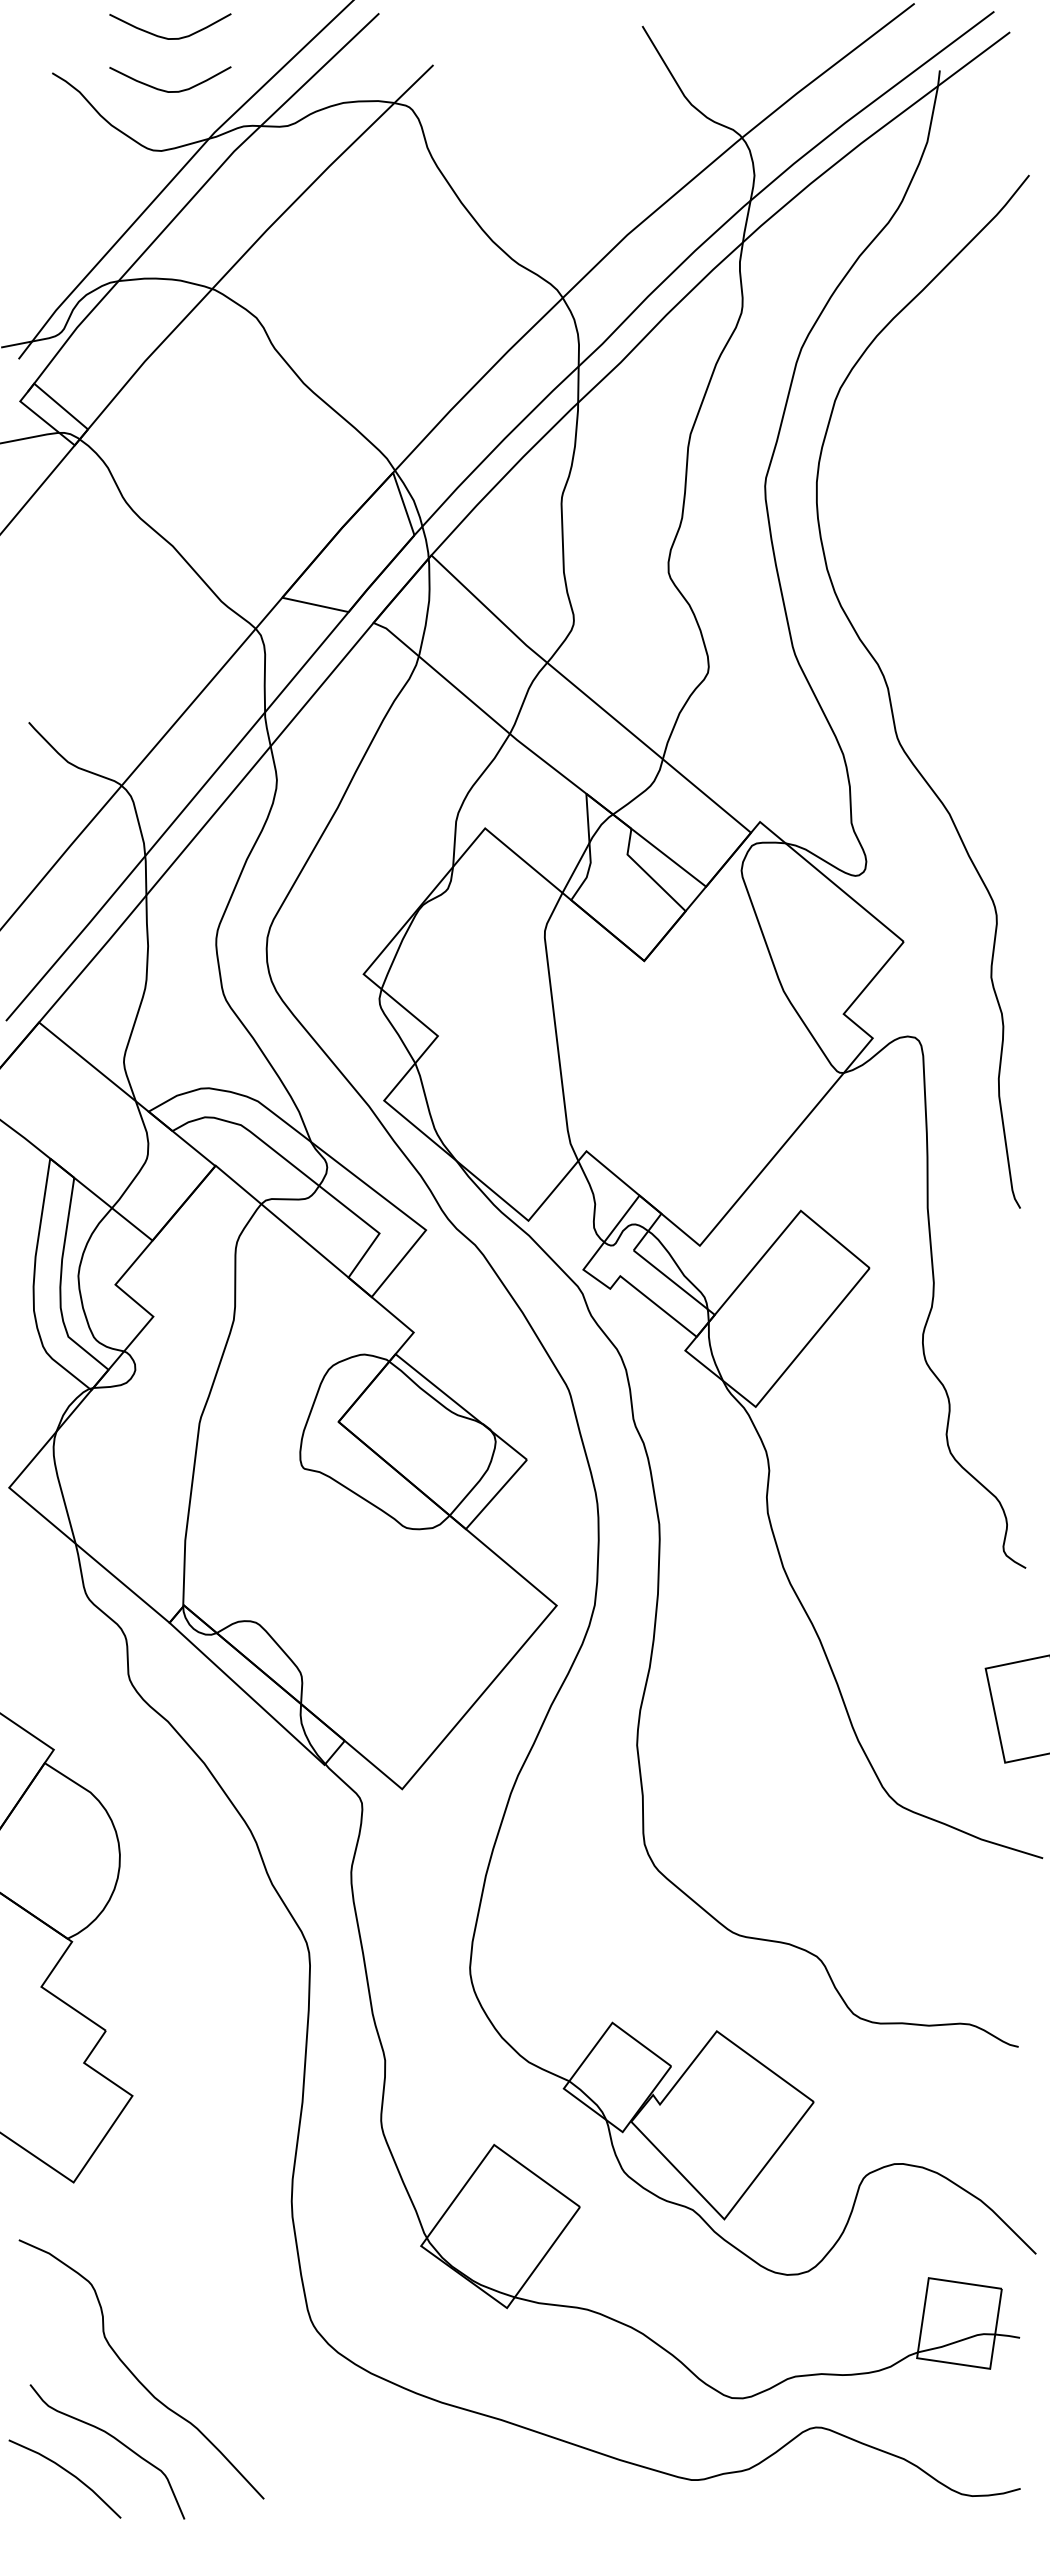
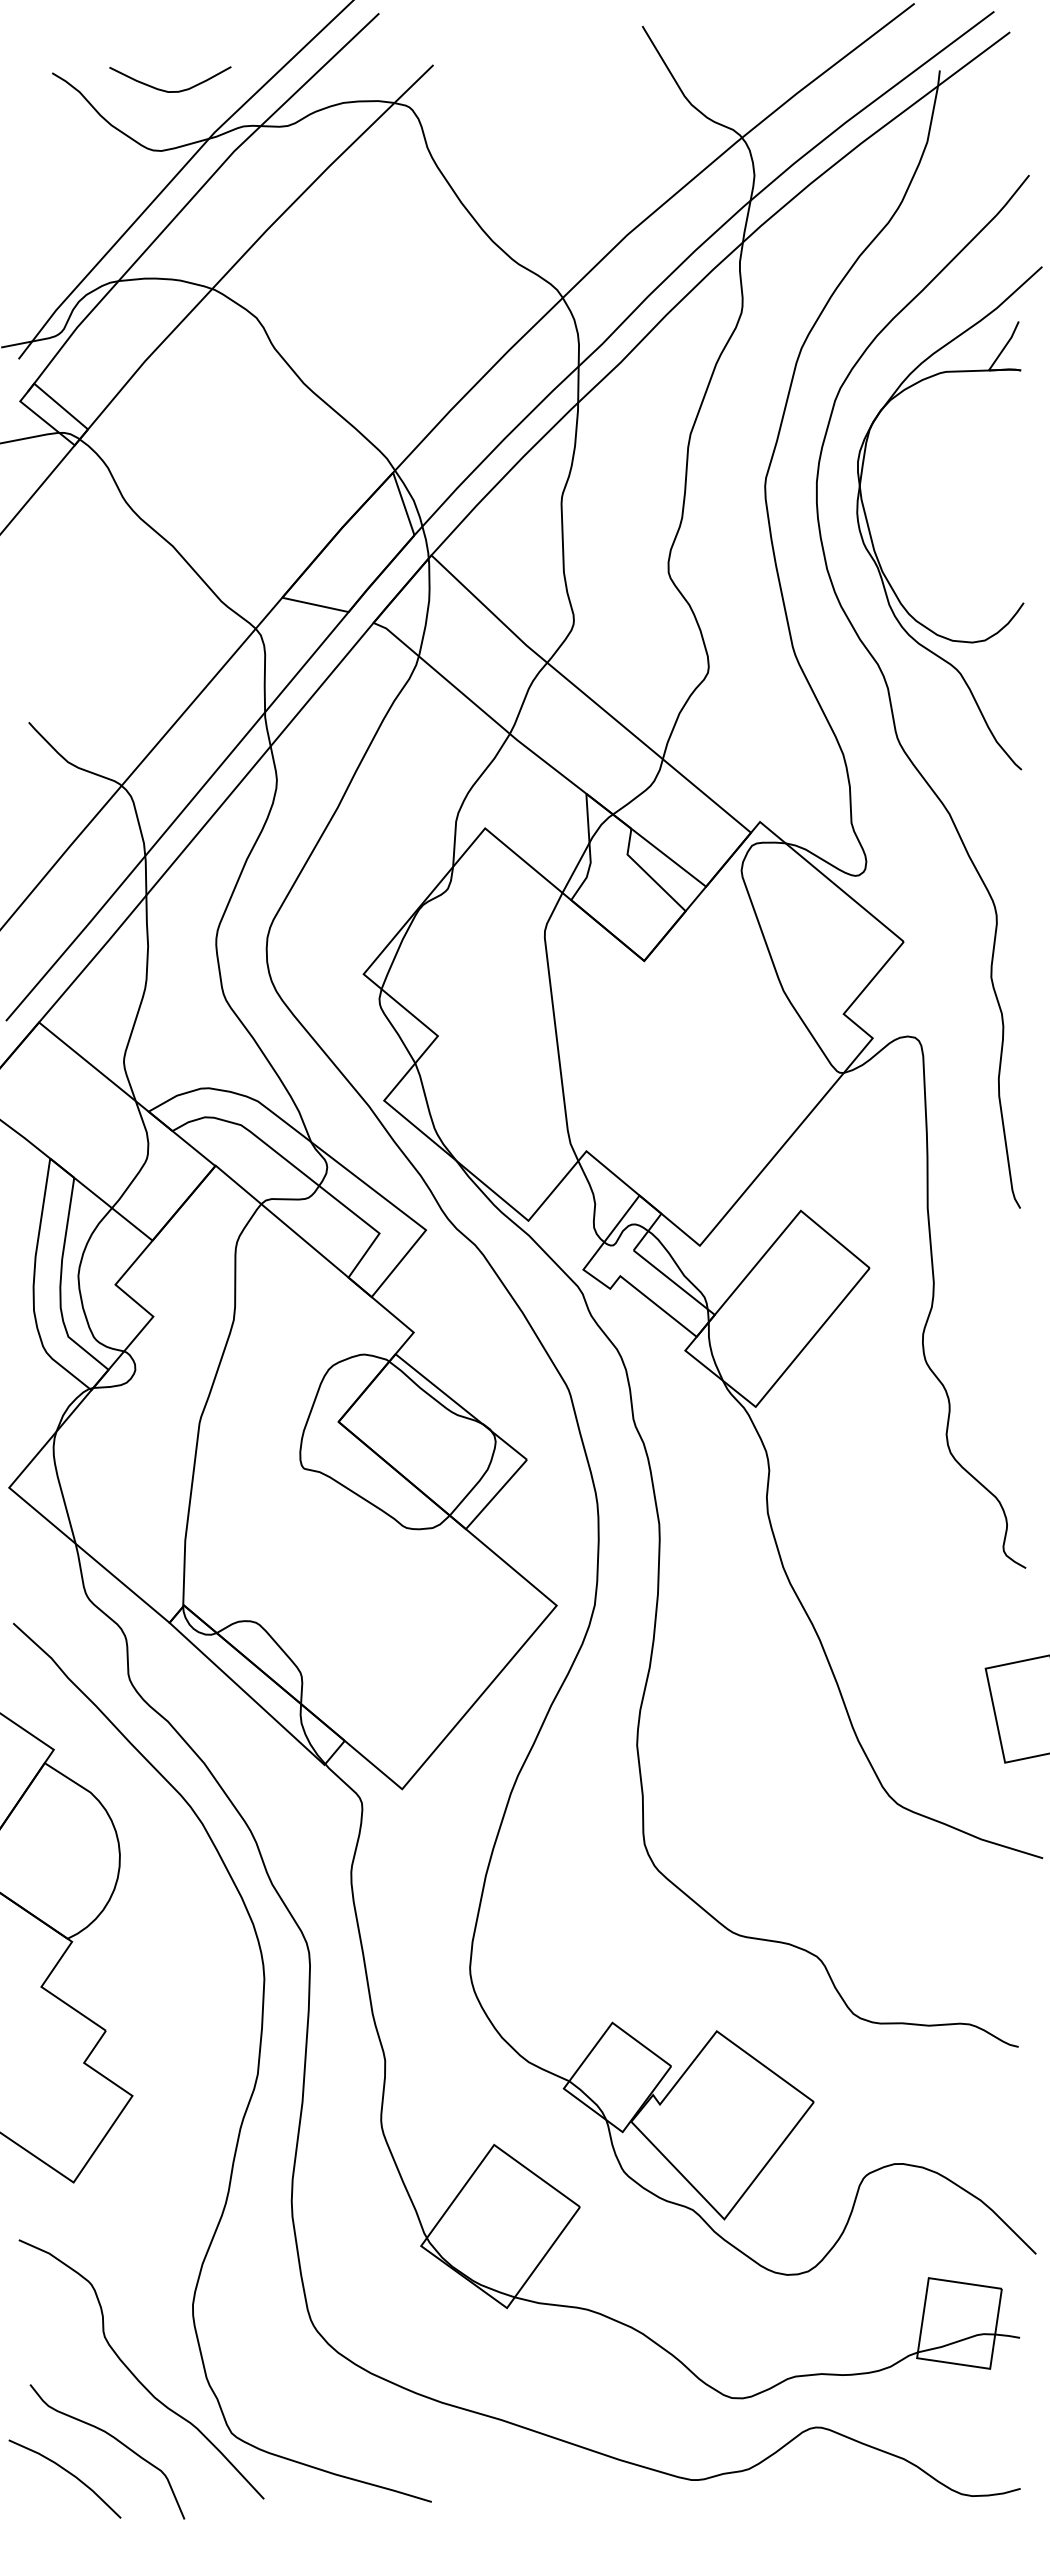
curve at (167, 37): present -> none
part at (872, 538): none -> present
curve at (257, 2063): none -> present
